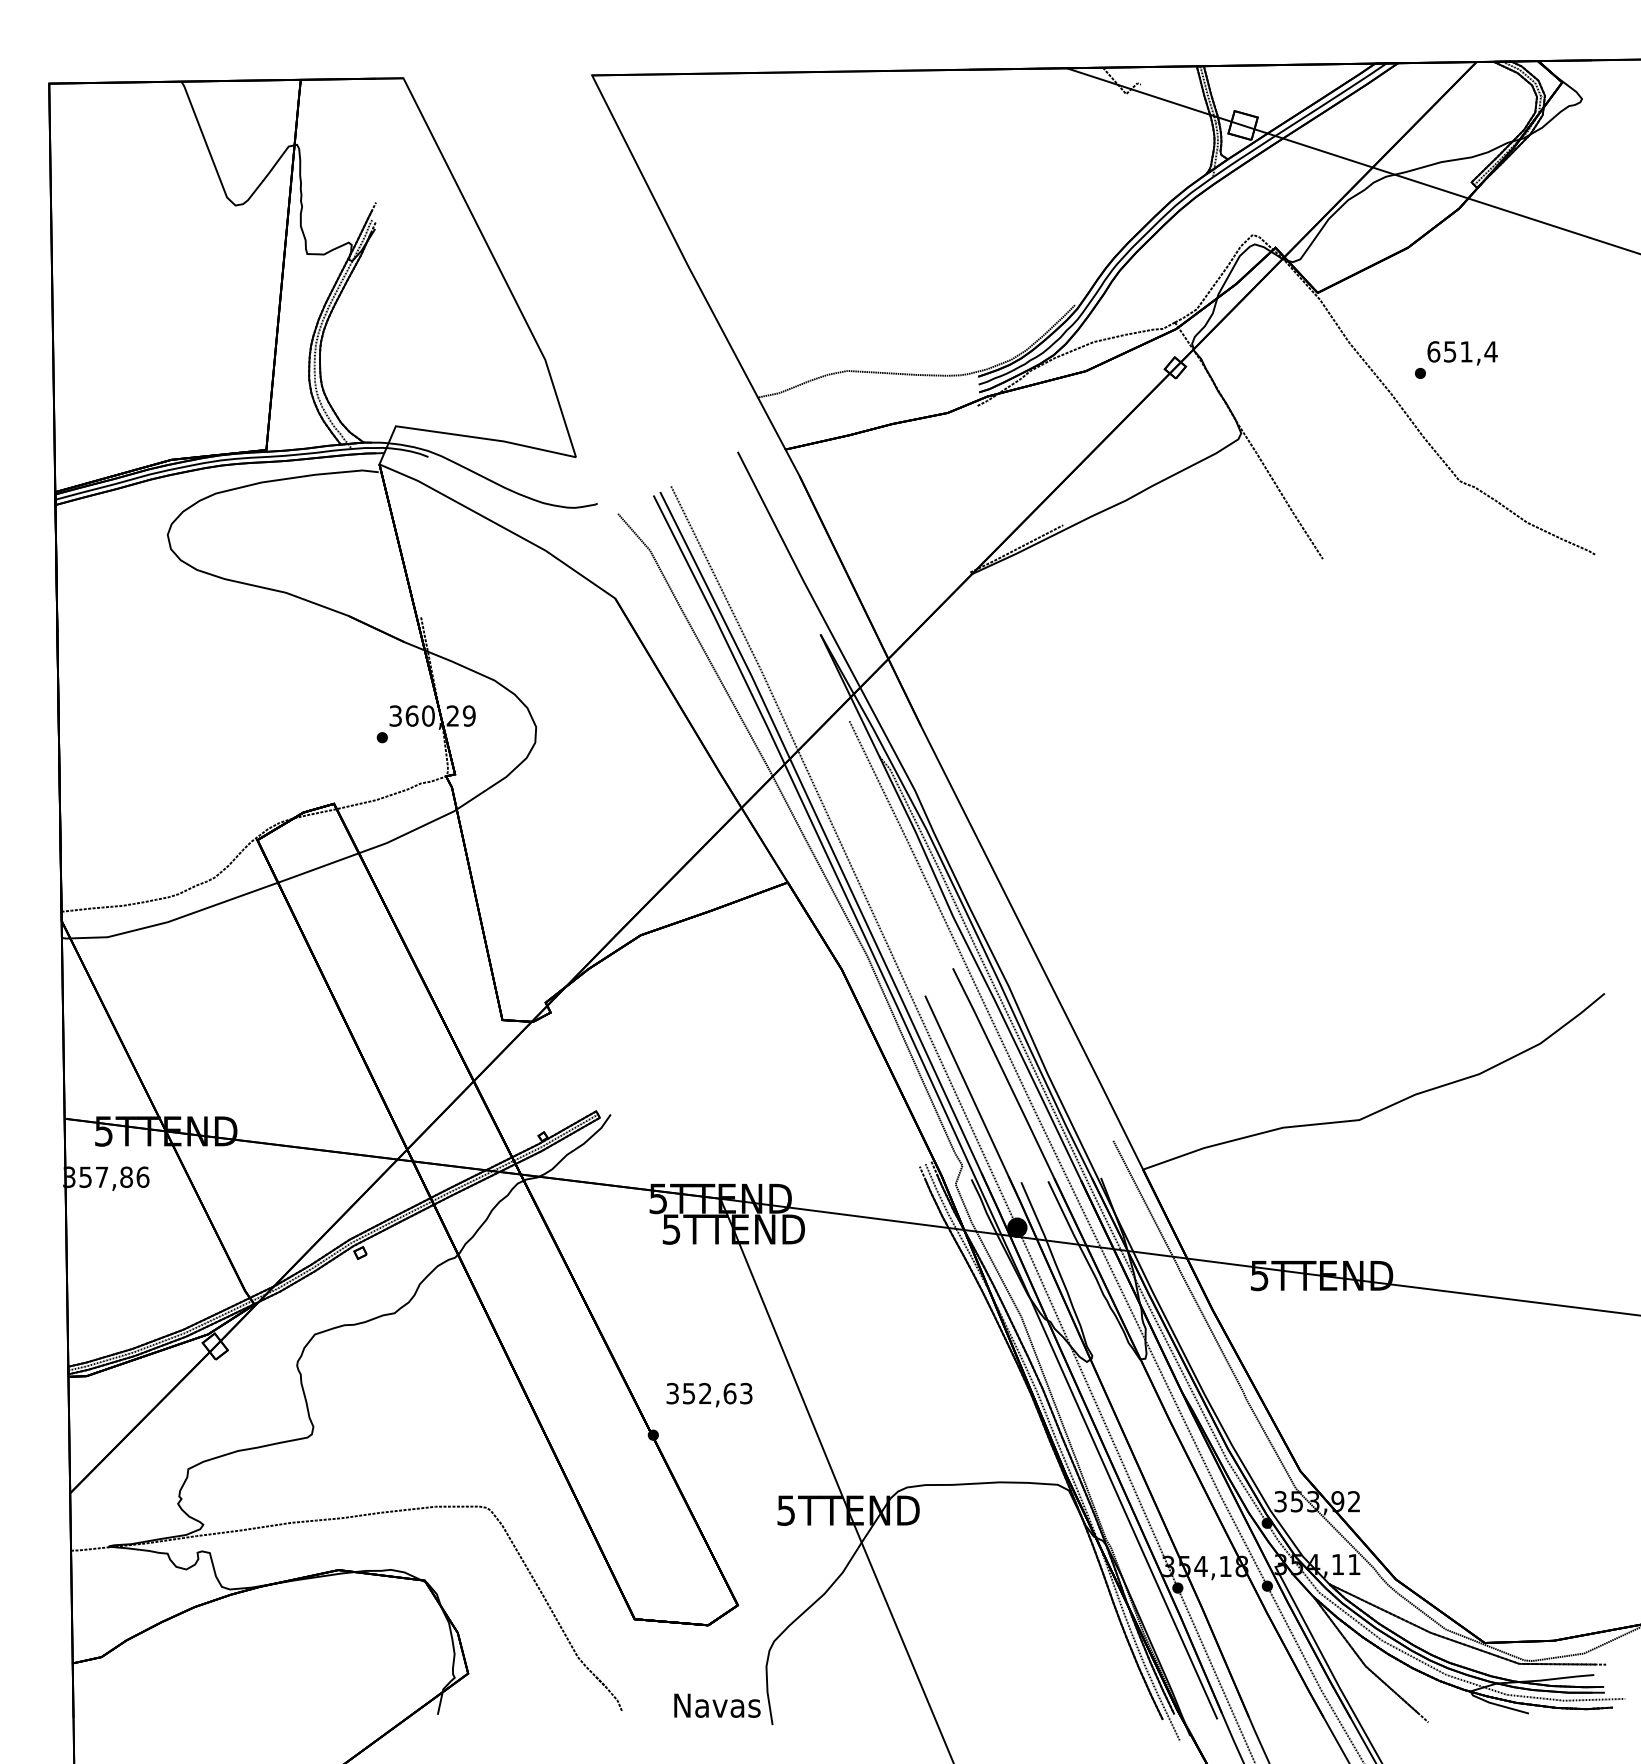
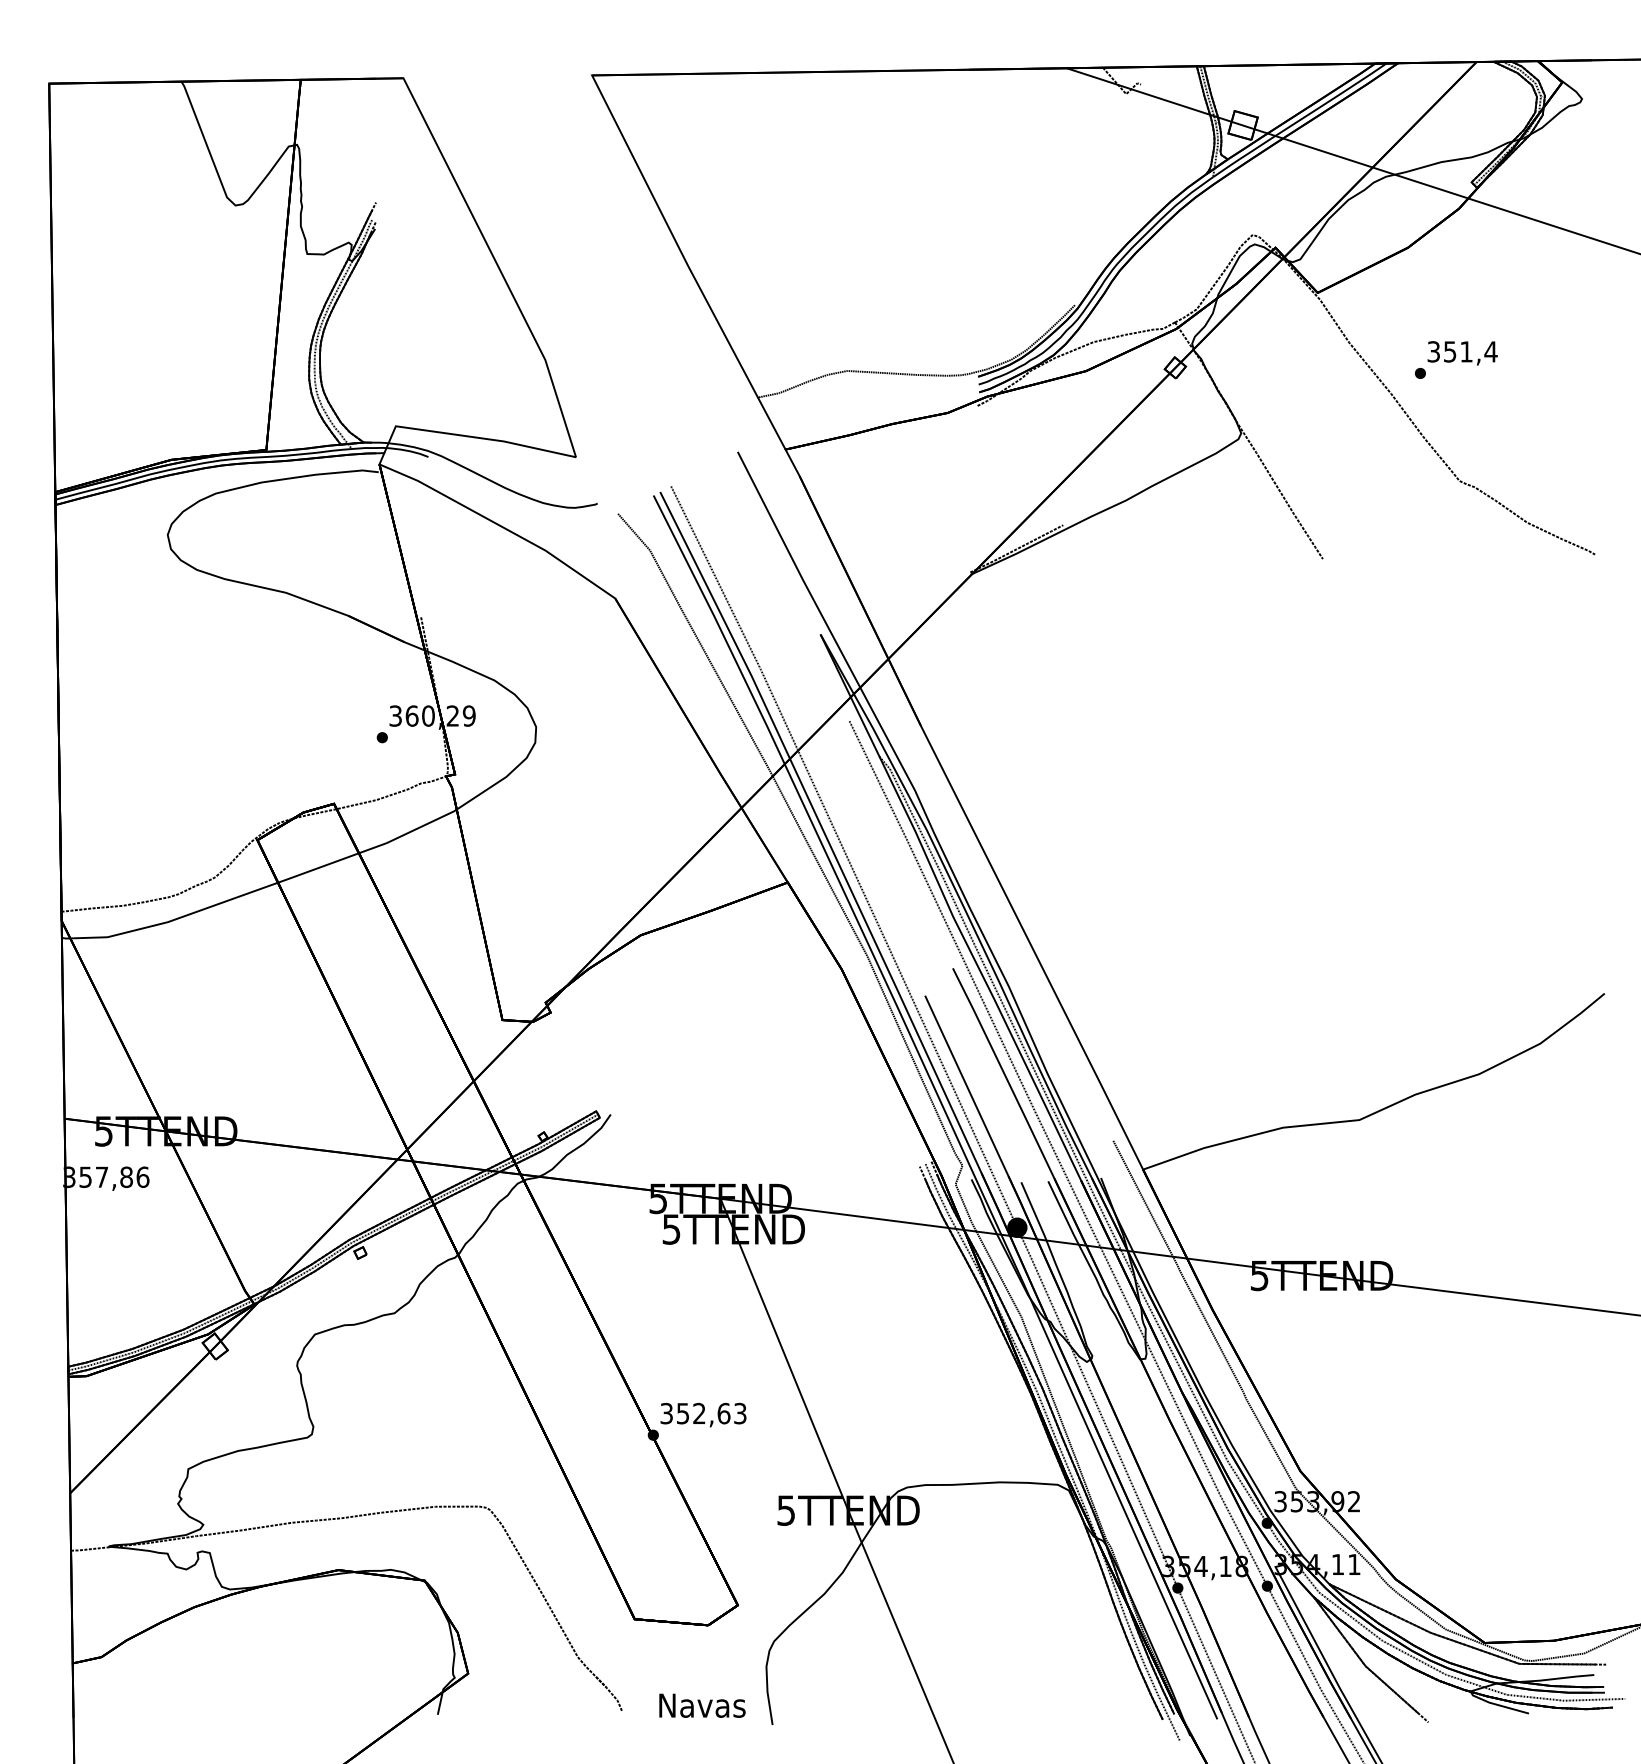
text at (1433, 351): 651,4 -> 351,4
text at (709, 1394) position: (709, 1394) -> (703, 1414)
text at (717, 1705) position: (717, 1705) -> (702, 1705)
